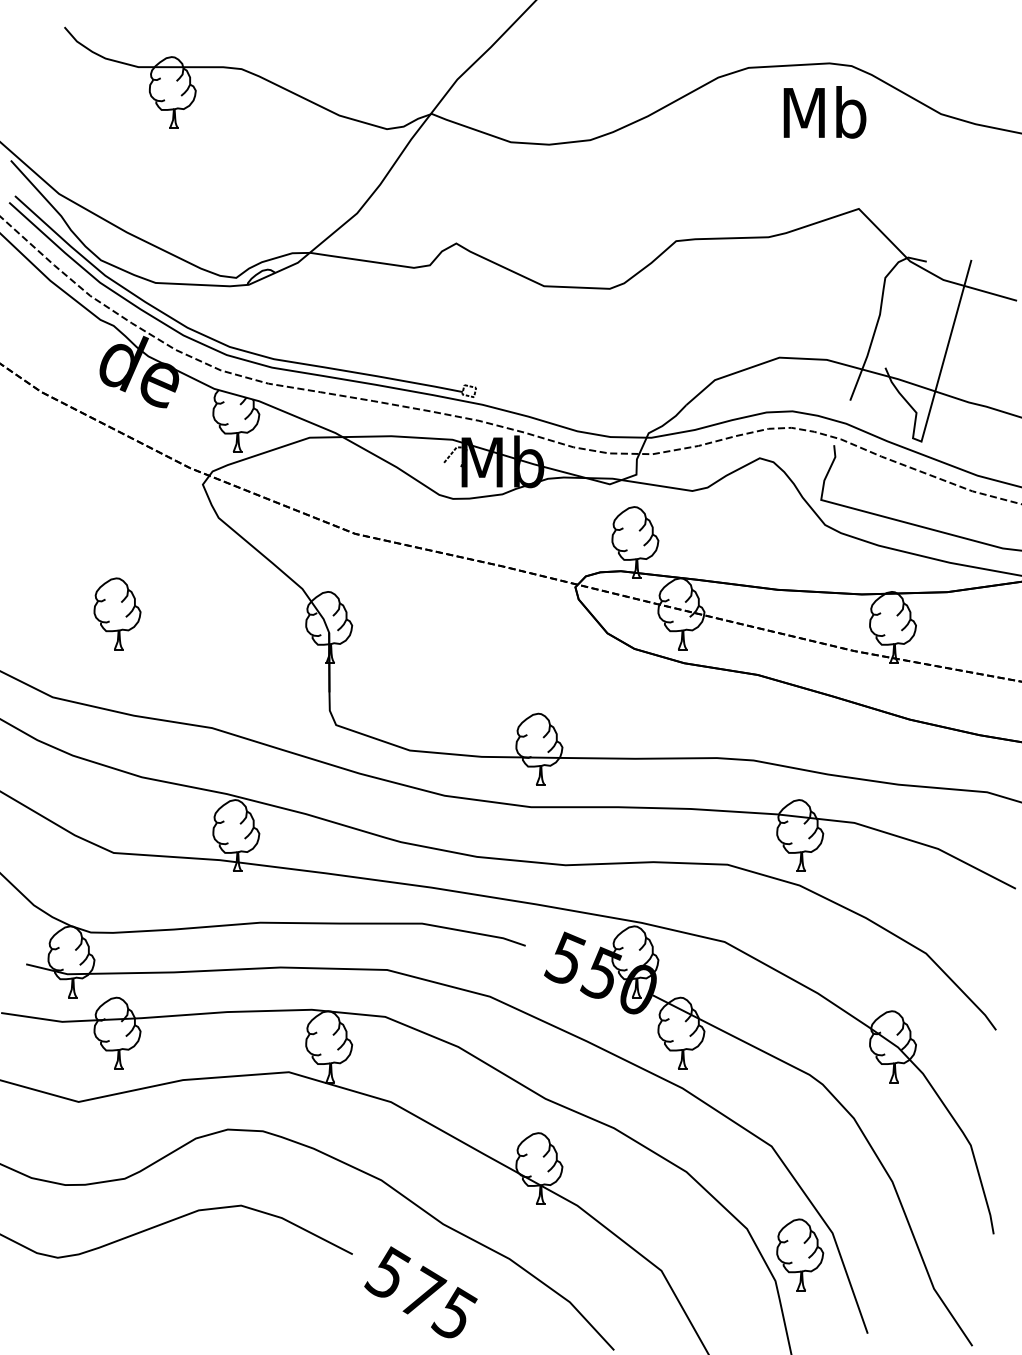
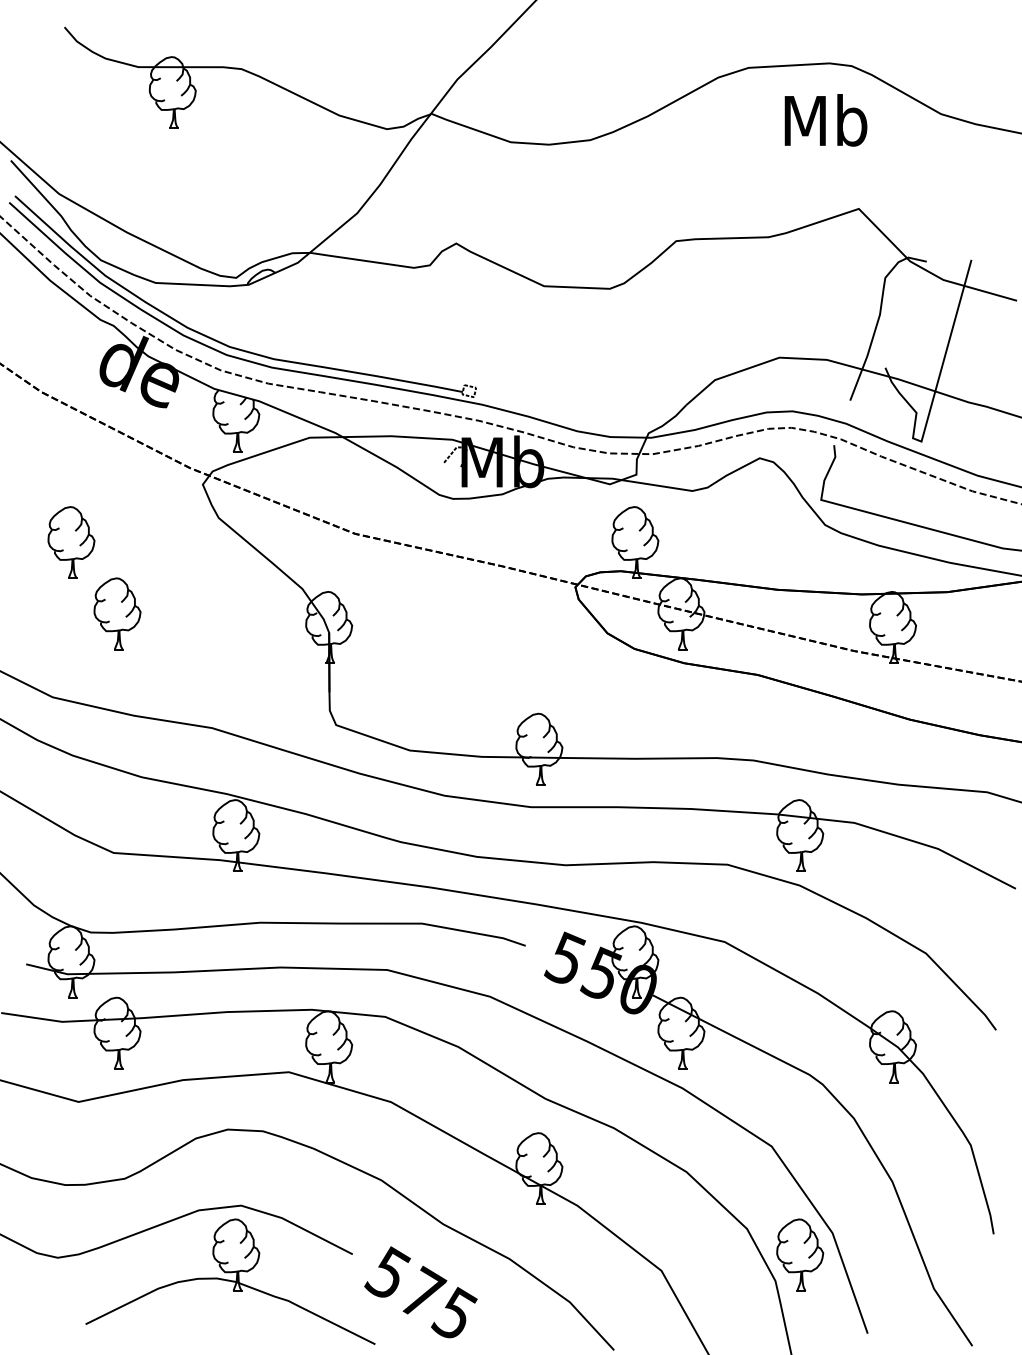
text at (824, 112) position: (824, 112) -> (825, 120)
part at (71, 542): none -> present
part at (230, 1281): none -> present
